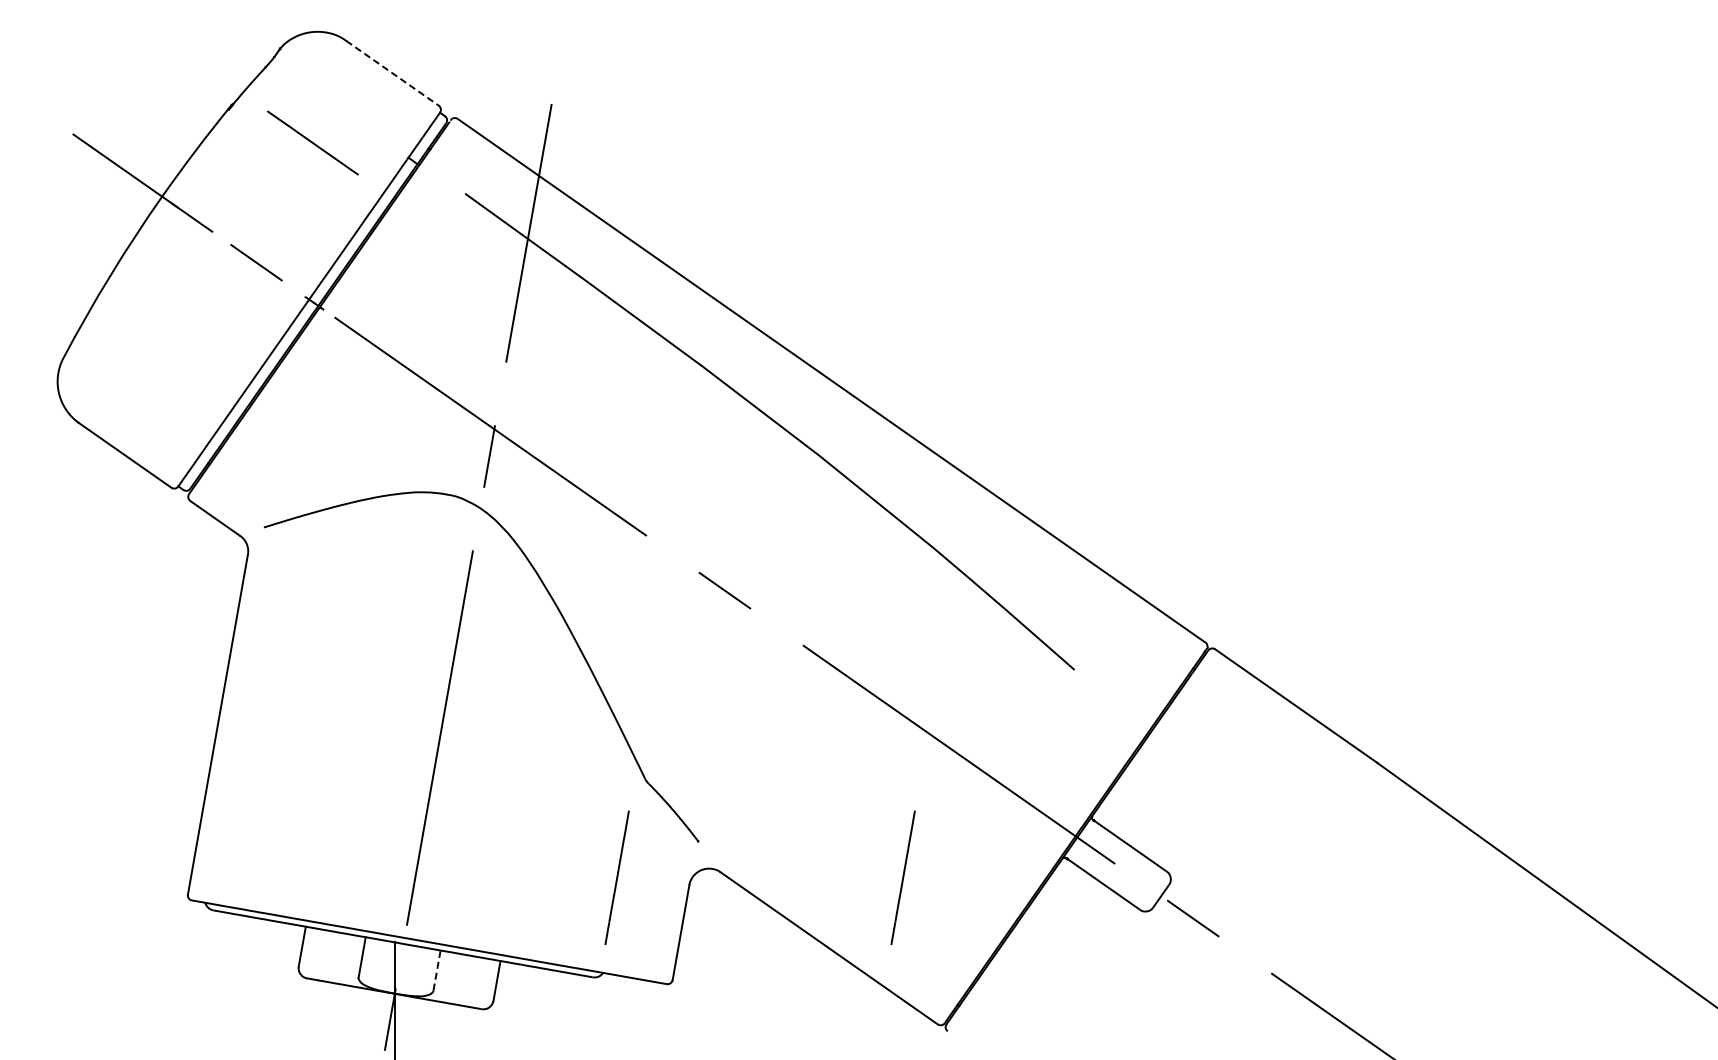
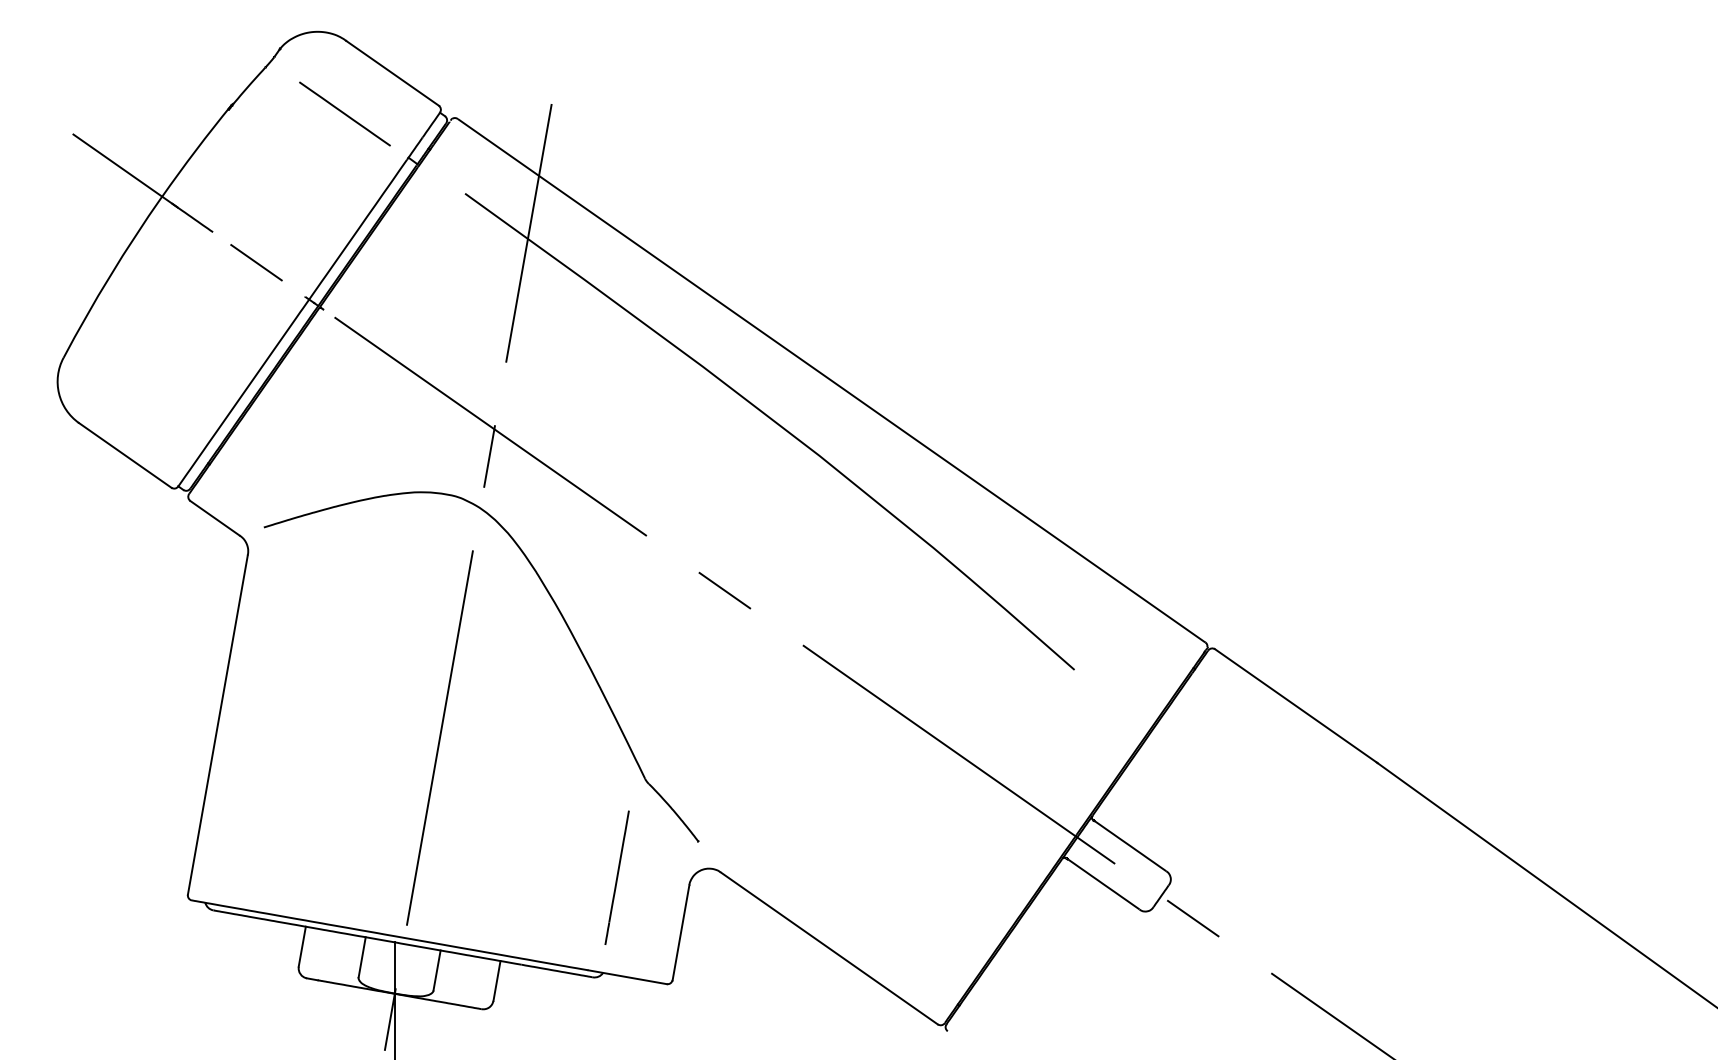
line at (392, 73): dashed -> solid
line at (312, 142) position: (312, 142) -> (344, 113)
line at (902, 877): present -> none
line at (437, 969): dashed -> solid
